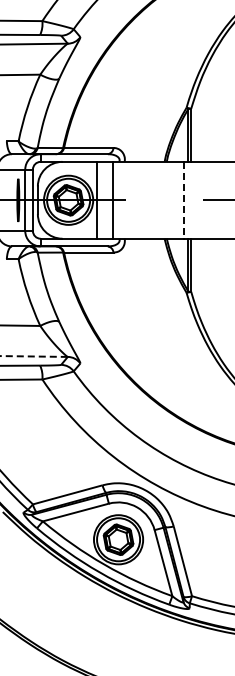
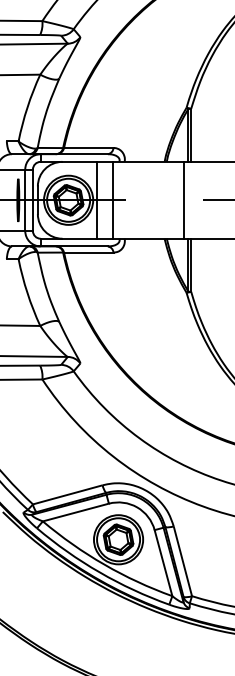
line at (184, 200): dashed -> solid
line at (33, 356): dashed -> solid
